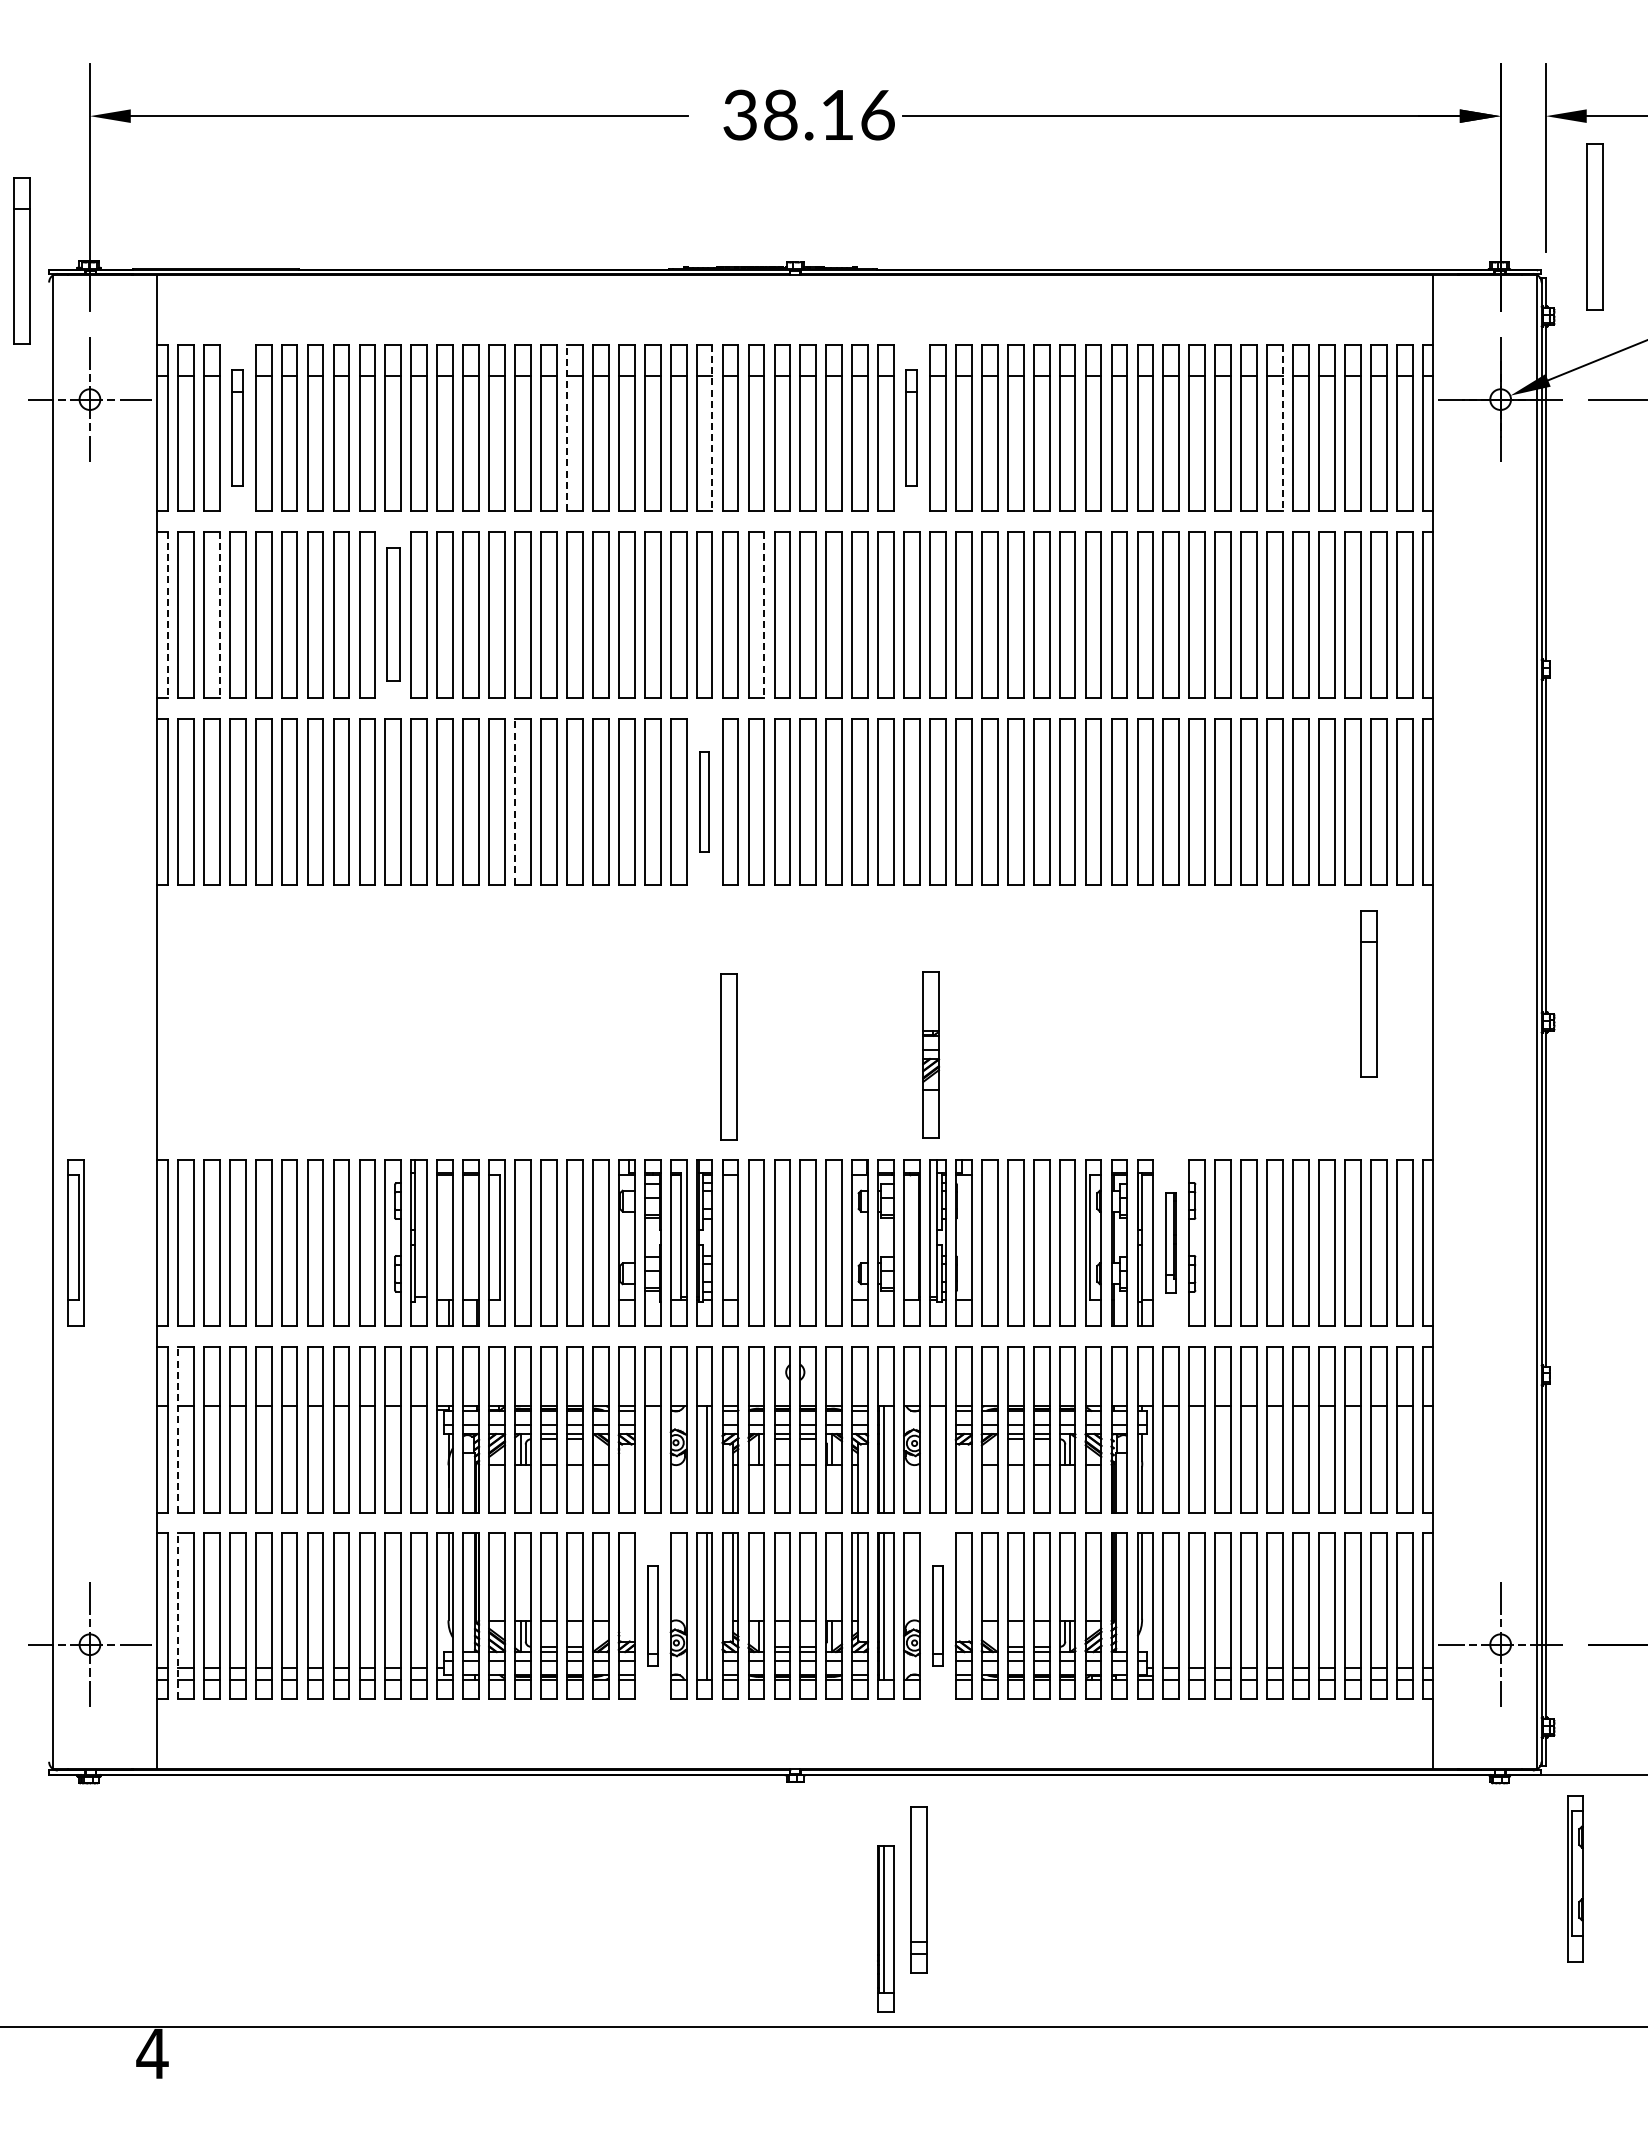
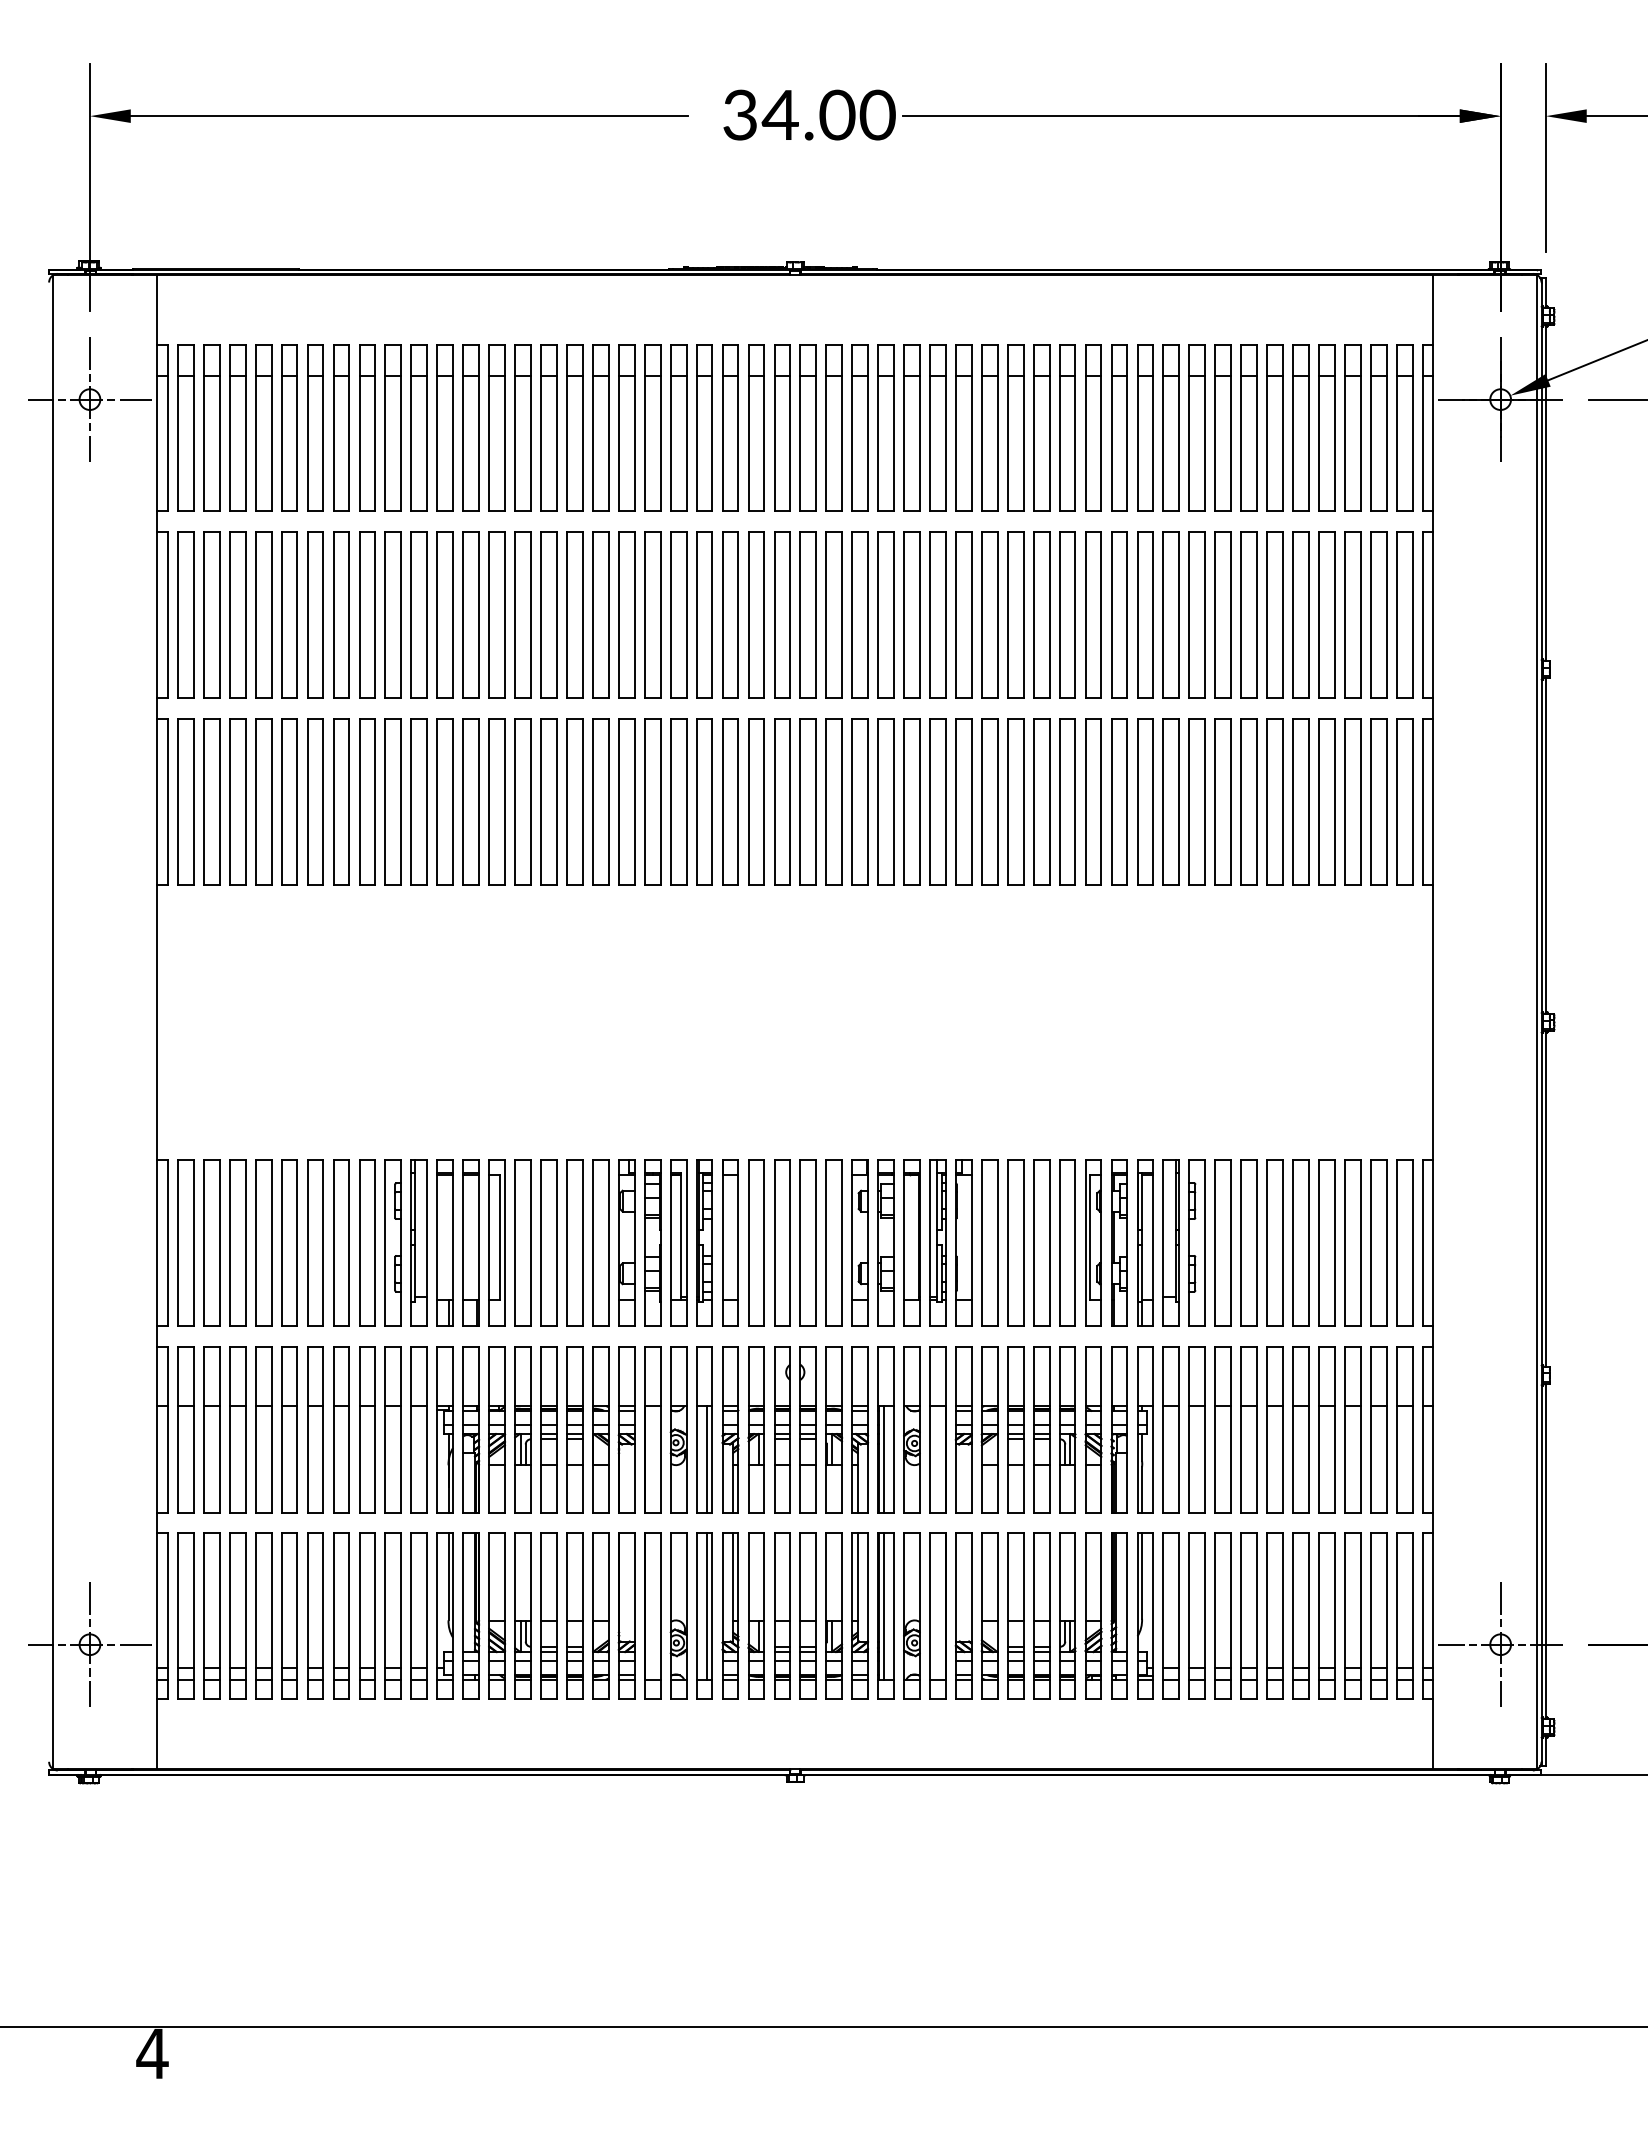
text at (828, 114): 38.16 -> 34.00
part at (1594, 226): present -> none
part at (21, 260): present -> none
part at (237, 427) size: 13x118 px -> 18x168 px
part at (911, 427) size: 13x118 px -> 18x168 px
line at (567, 428): dashed -> solid
line at (712, 428): dashed -> solid
line at (1282, 428): dashed -> solid
line at (167, 614): dashed -> solid
line at (219, 614): dashed -> solid
part at (393, 614) size: 15x135 px -> 18x168 px
line at (764, 614): dashed -> solid
line at (515, 801): dashed -> solid
part at (704, 801) size: 11x102 px -> 17x168 px
part at (1368, 993): present -> none
part at (931, 1054): present -> none
part at (728, 1056): present -> none
part at (75, 1242): present -> none
part at (1170, 1242) size: 12x102 px -> 18x168 px
line at (177, 1429): dashed -> solid
part at (652, 1615) size: 12x102 px -> 18x168 px
part at (937, 1615) size: 12x102 px -> 18x168 px
line at (177, 1616): dashed -> solid
part at (1575, 1878): present -> none
part at (918, 1889): present -> none
part at (885, 1928): present -> none
